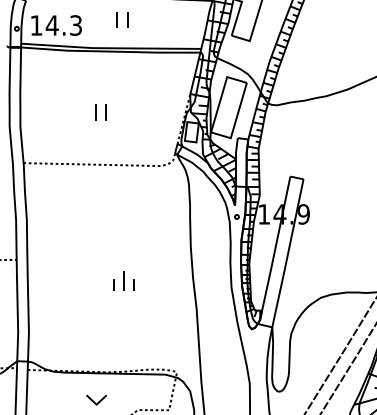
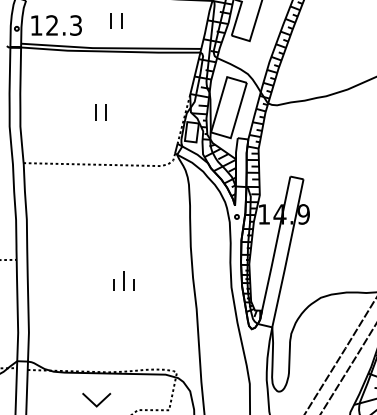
part at (122, 19) position: (122, 19) -> (116, 20)
text at (51, 25): 14.3 -> 12.3
part at (96, 399) size: 21x12 px -> 30x16 px
